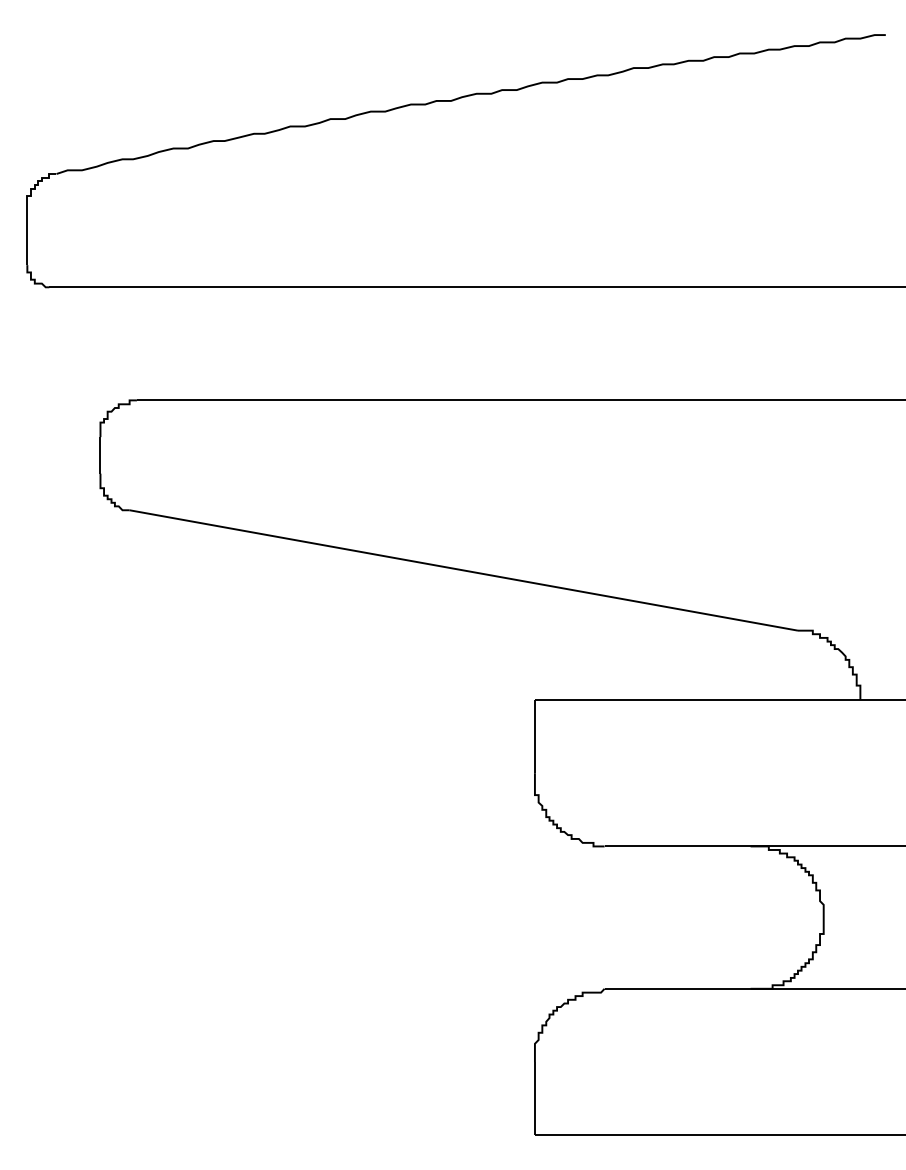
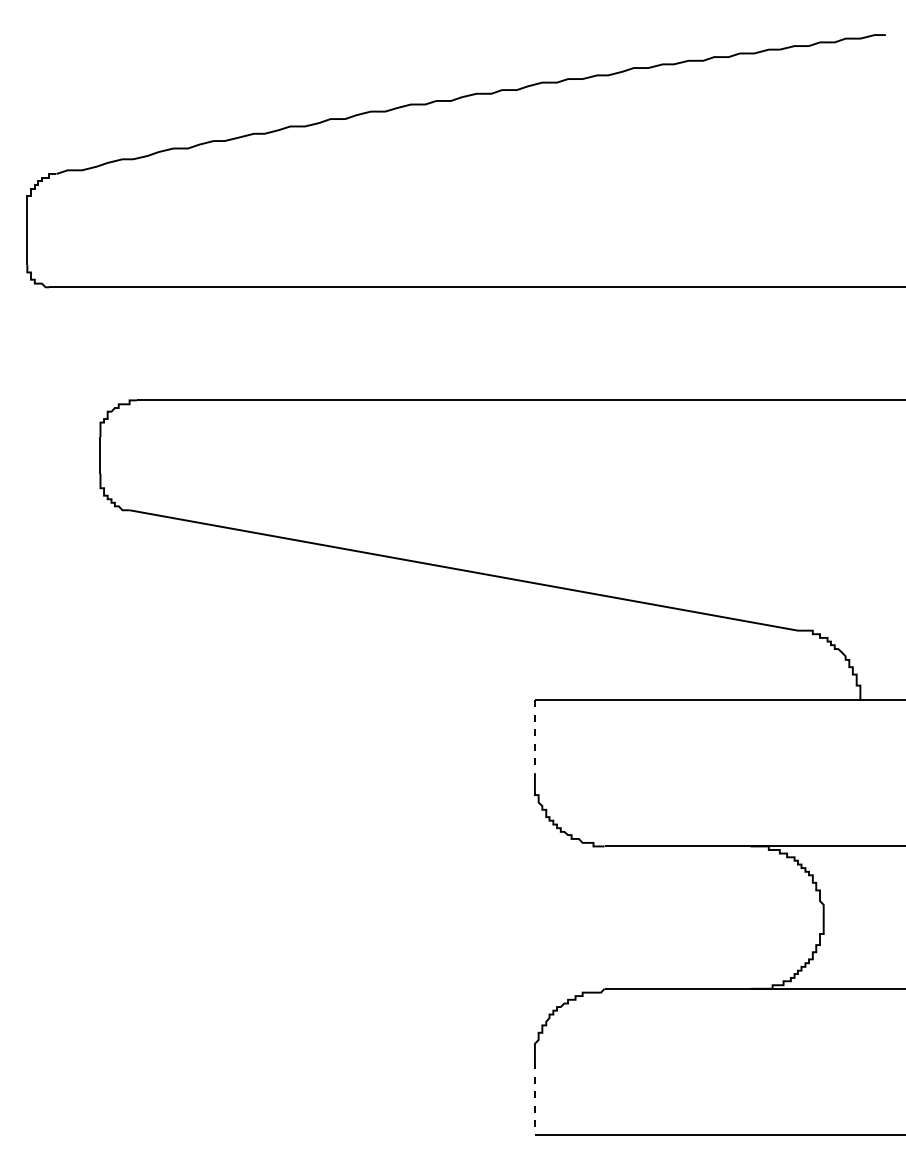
line at (534, 736): solid -> dashed
line at (534, 1098): solid -> dashed
